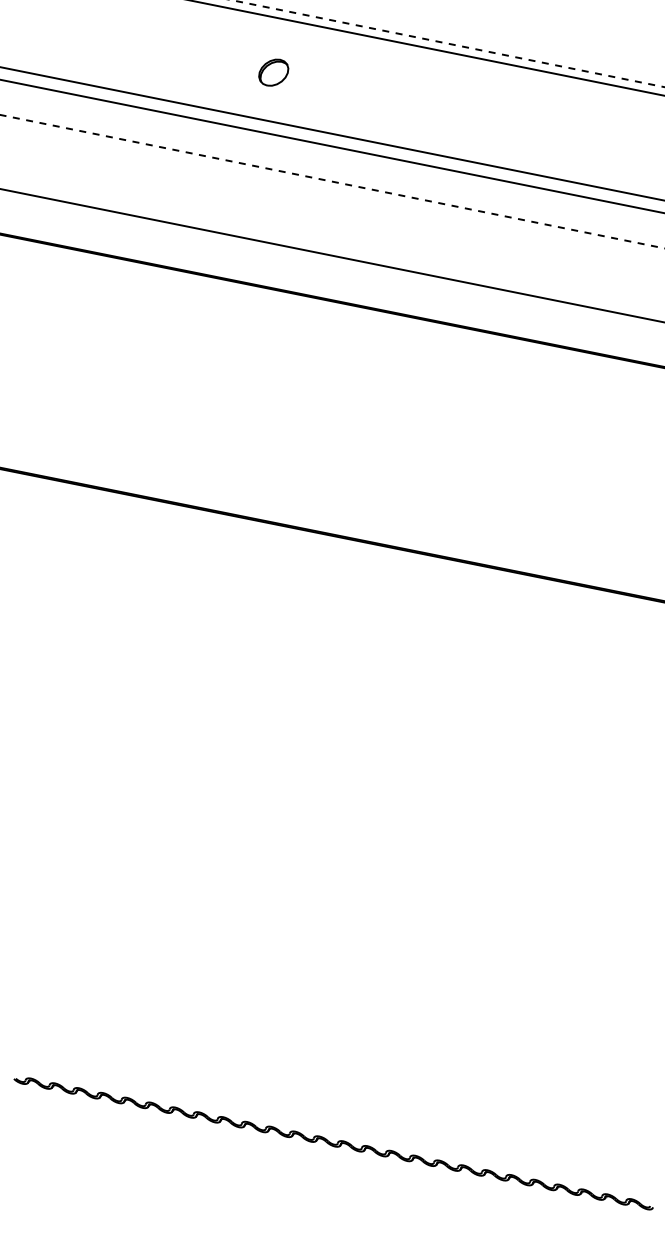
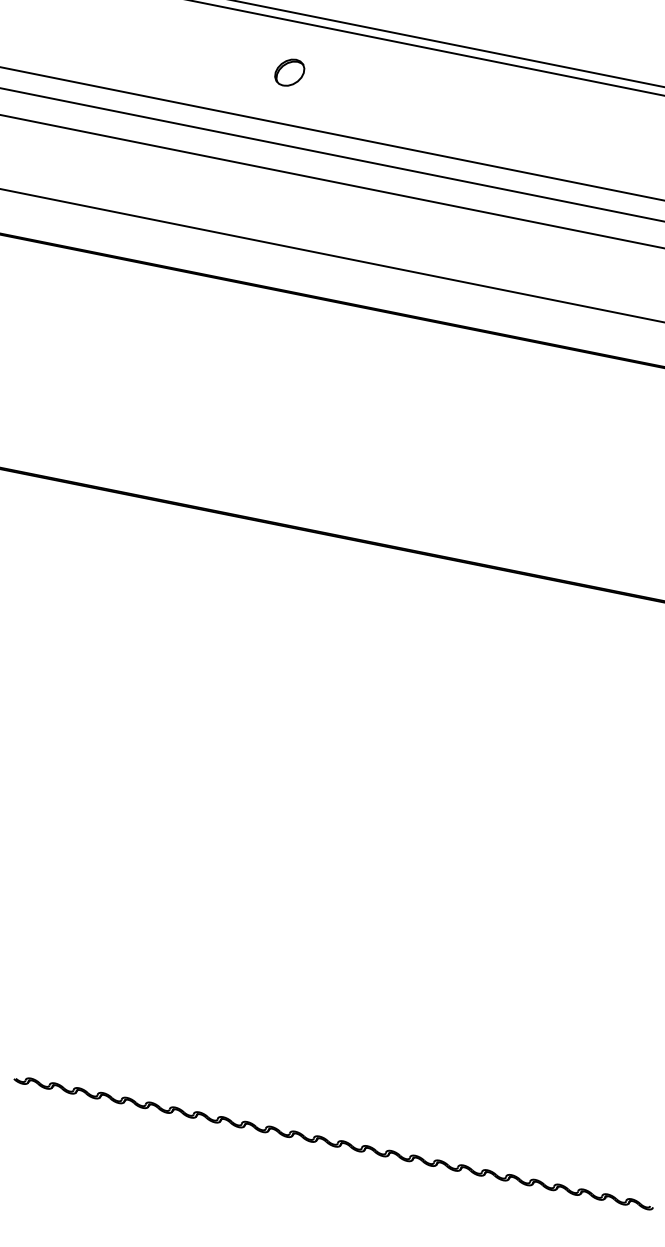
line at (447, 43): dashed -> solid
part at (273, 72) position: (273, 72) -> (289, 72)
line at (331, 146) position: (331, 146) -> (331, 154)
line at (332, 181): dashed -> solid
